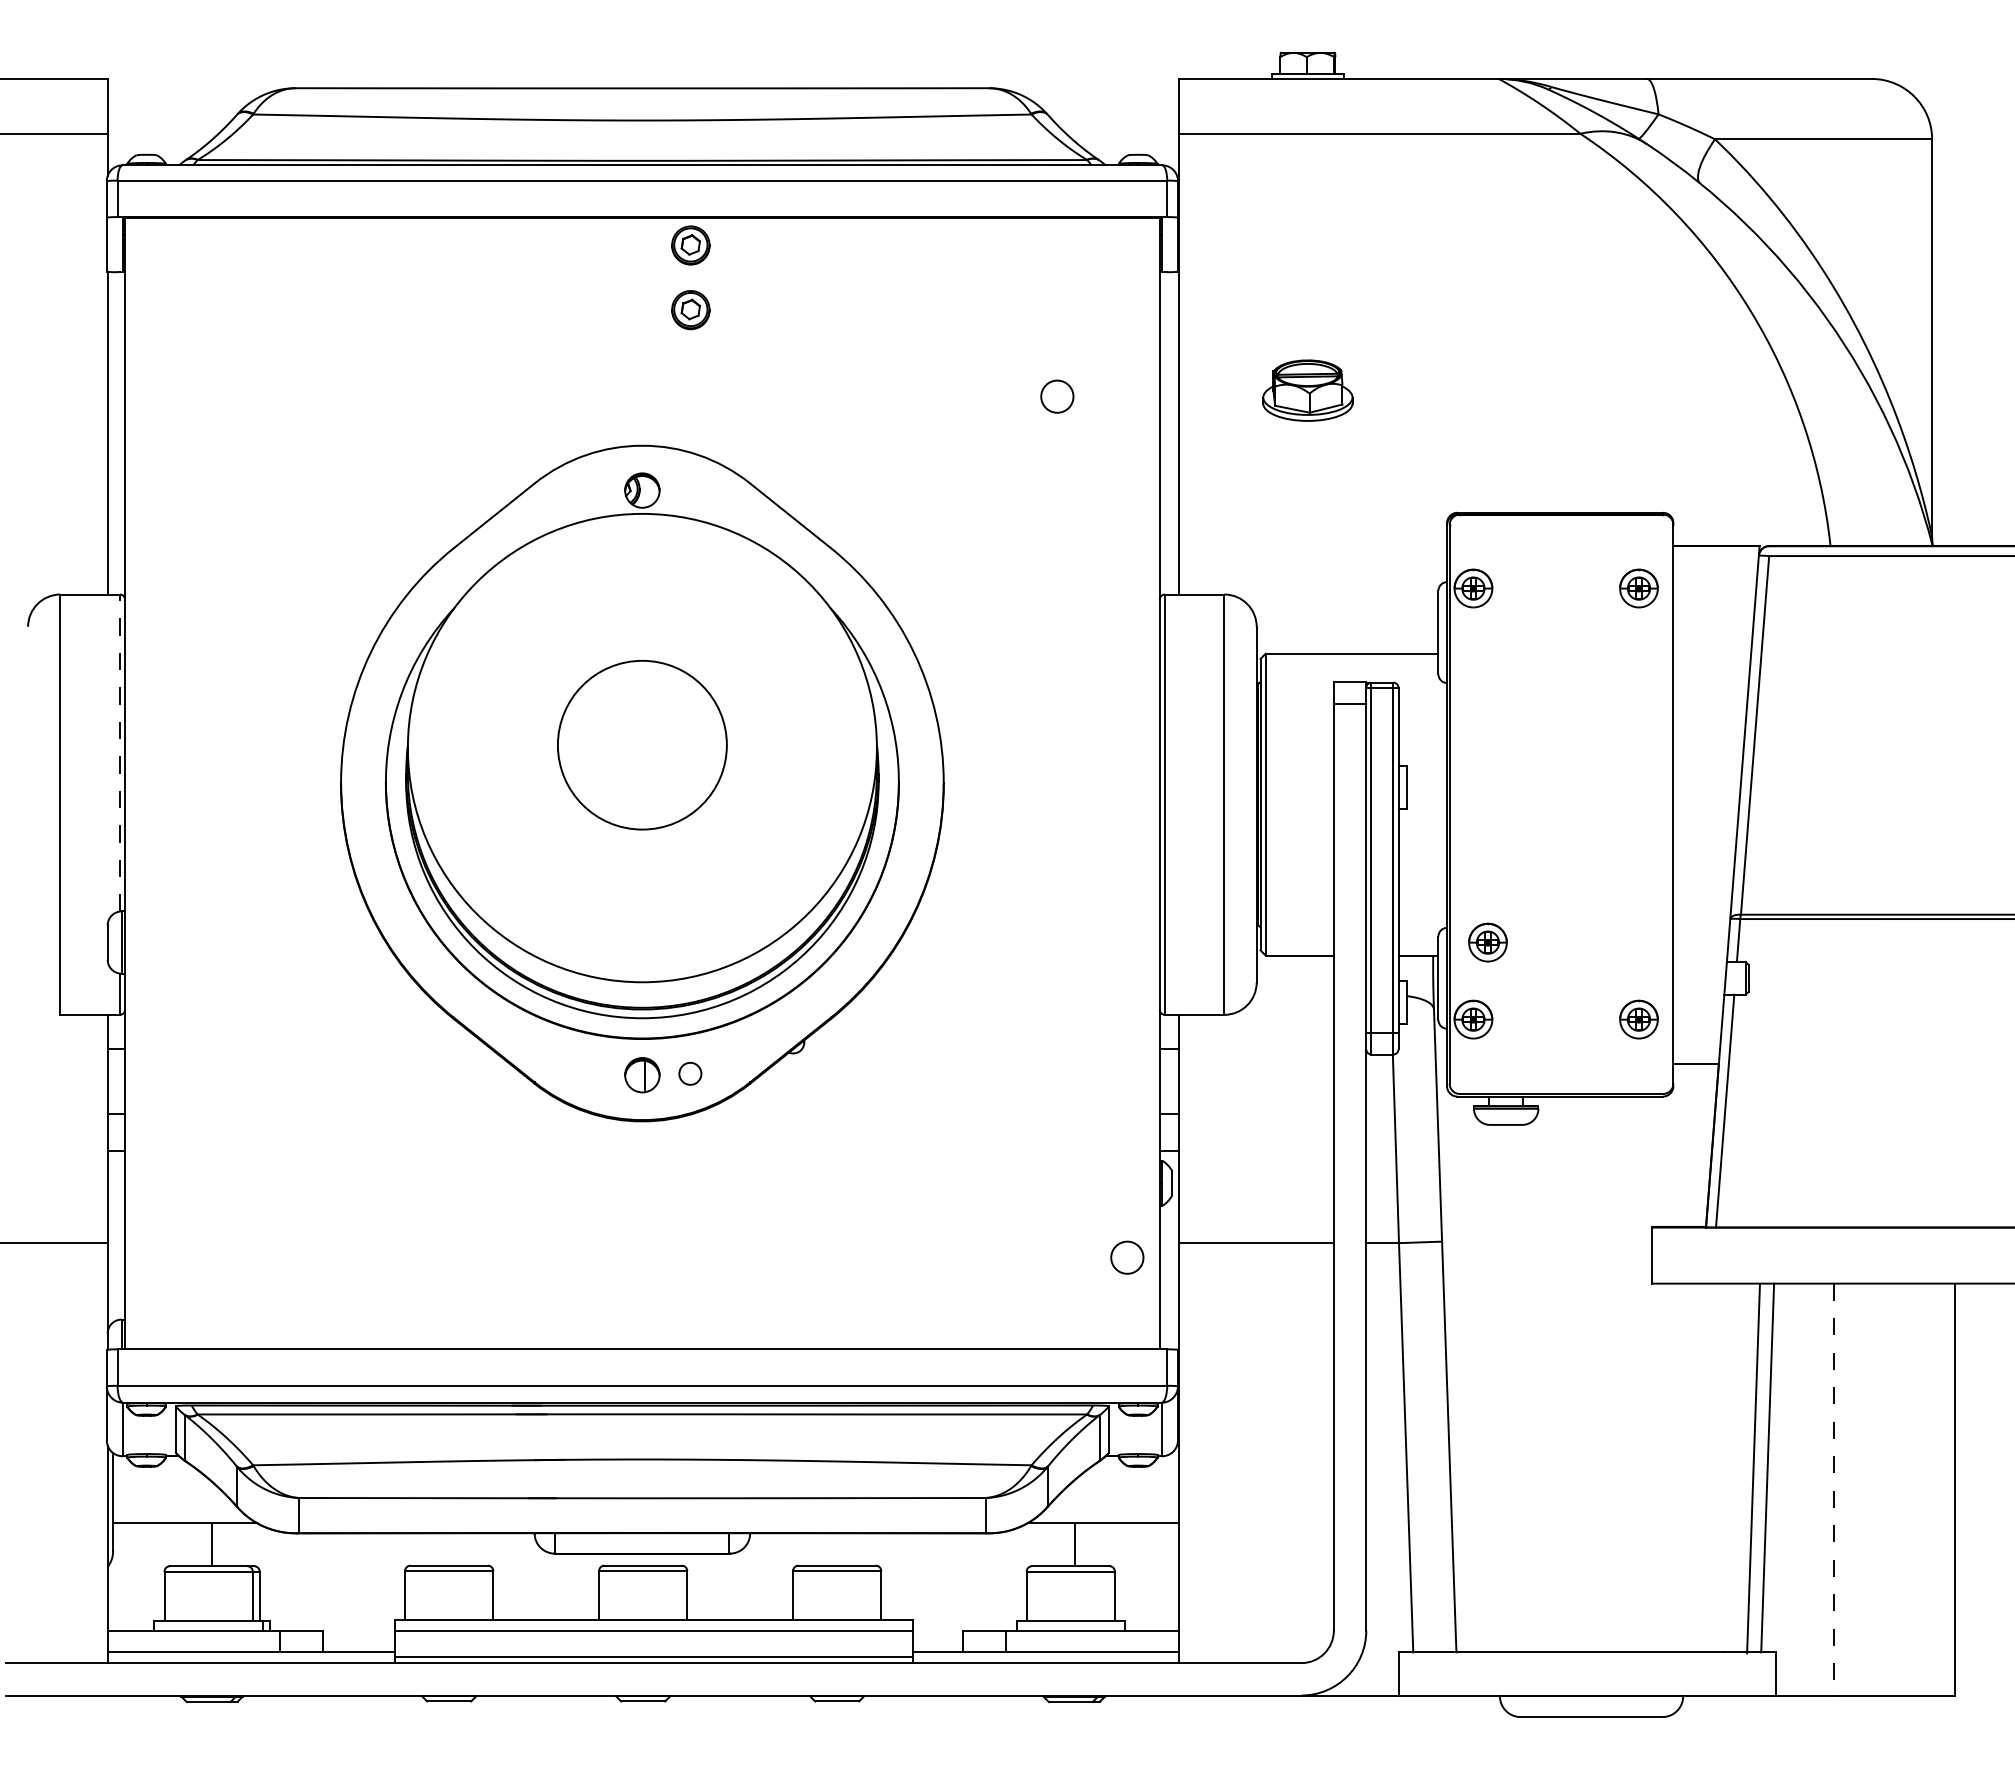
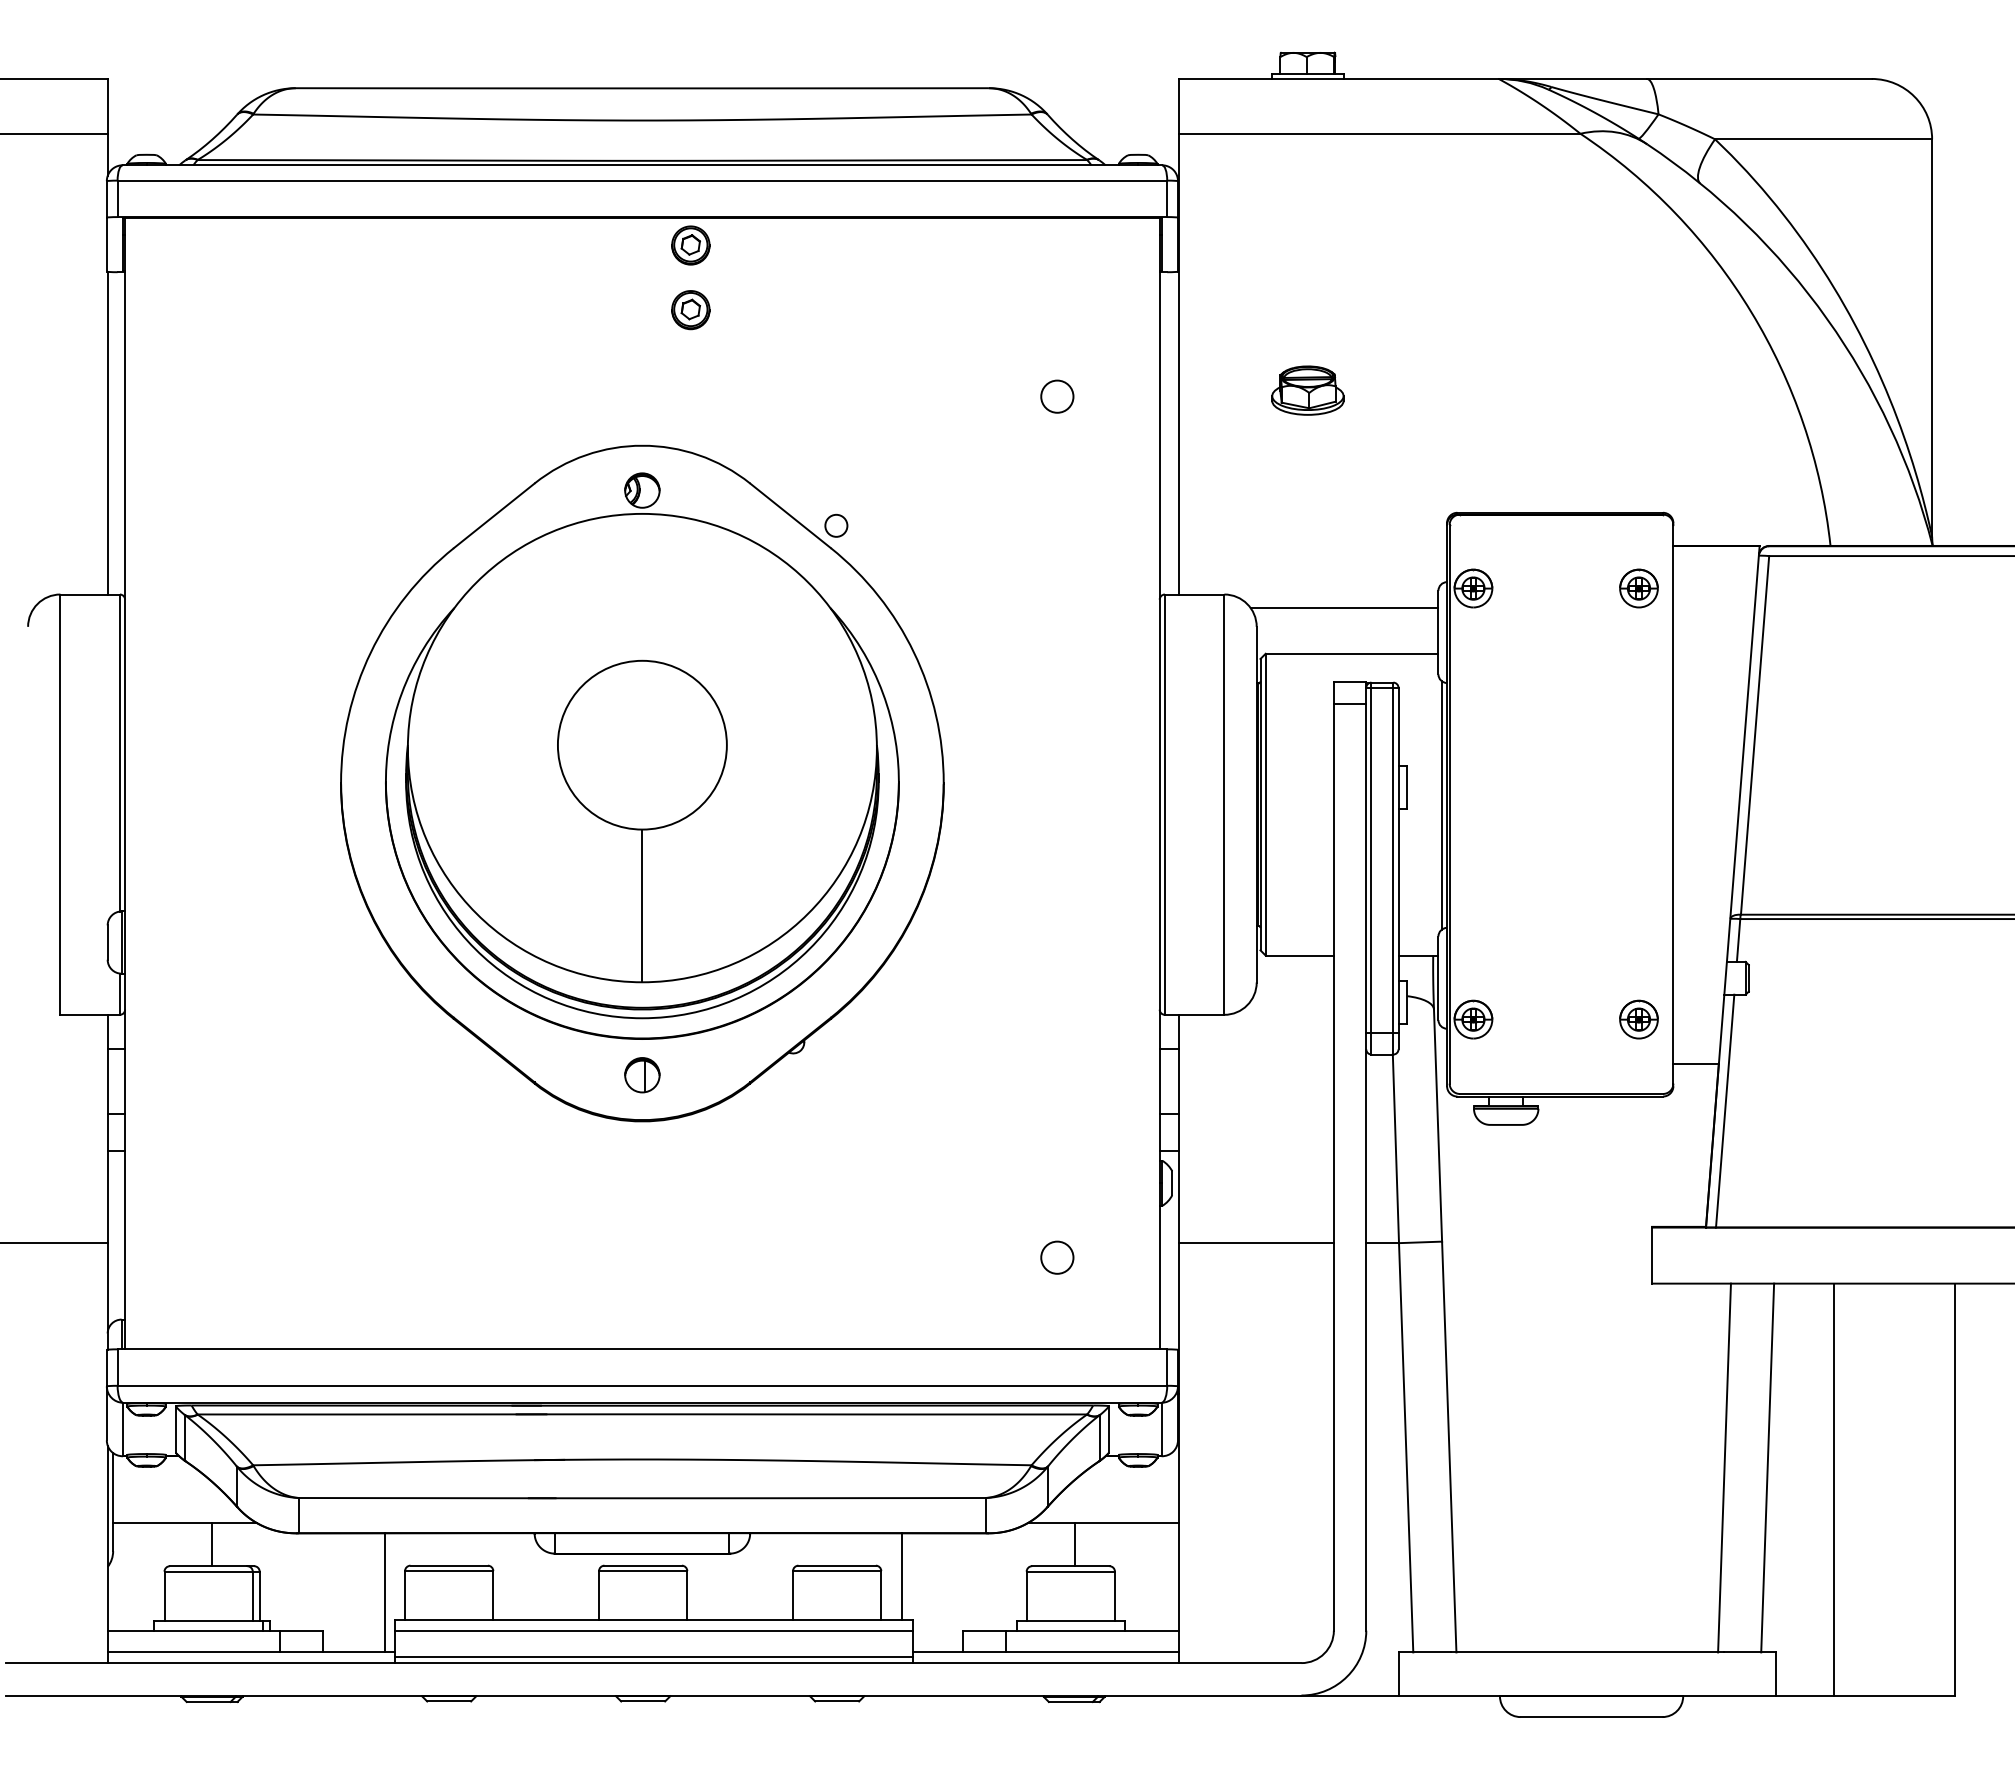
part at (1307, 390) size: 92x63 px -> 74x51 px
line at (1344, 608): none -> present
line at (119, 753): dashed -> solid
line at (1441, 805): none -> present
line at (642, 905): none -> present
part at (1487, 942): present -> none
part at (690, 1073) position: (690, 1073) -> (836, 525)
part at (1127, 1257) position: (1127, 1257) -> (1057, 1257)
line at (1753, 1468) position: (1753, 1468) -> (1724, 1467)
line at (1833, 1489): dashed -> solid
line at (901, 1576): none -> present
line at (384, 1592): none -> present
